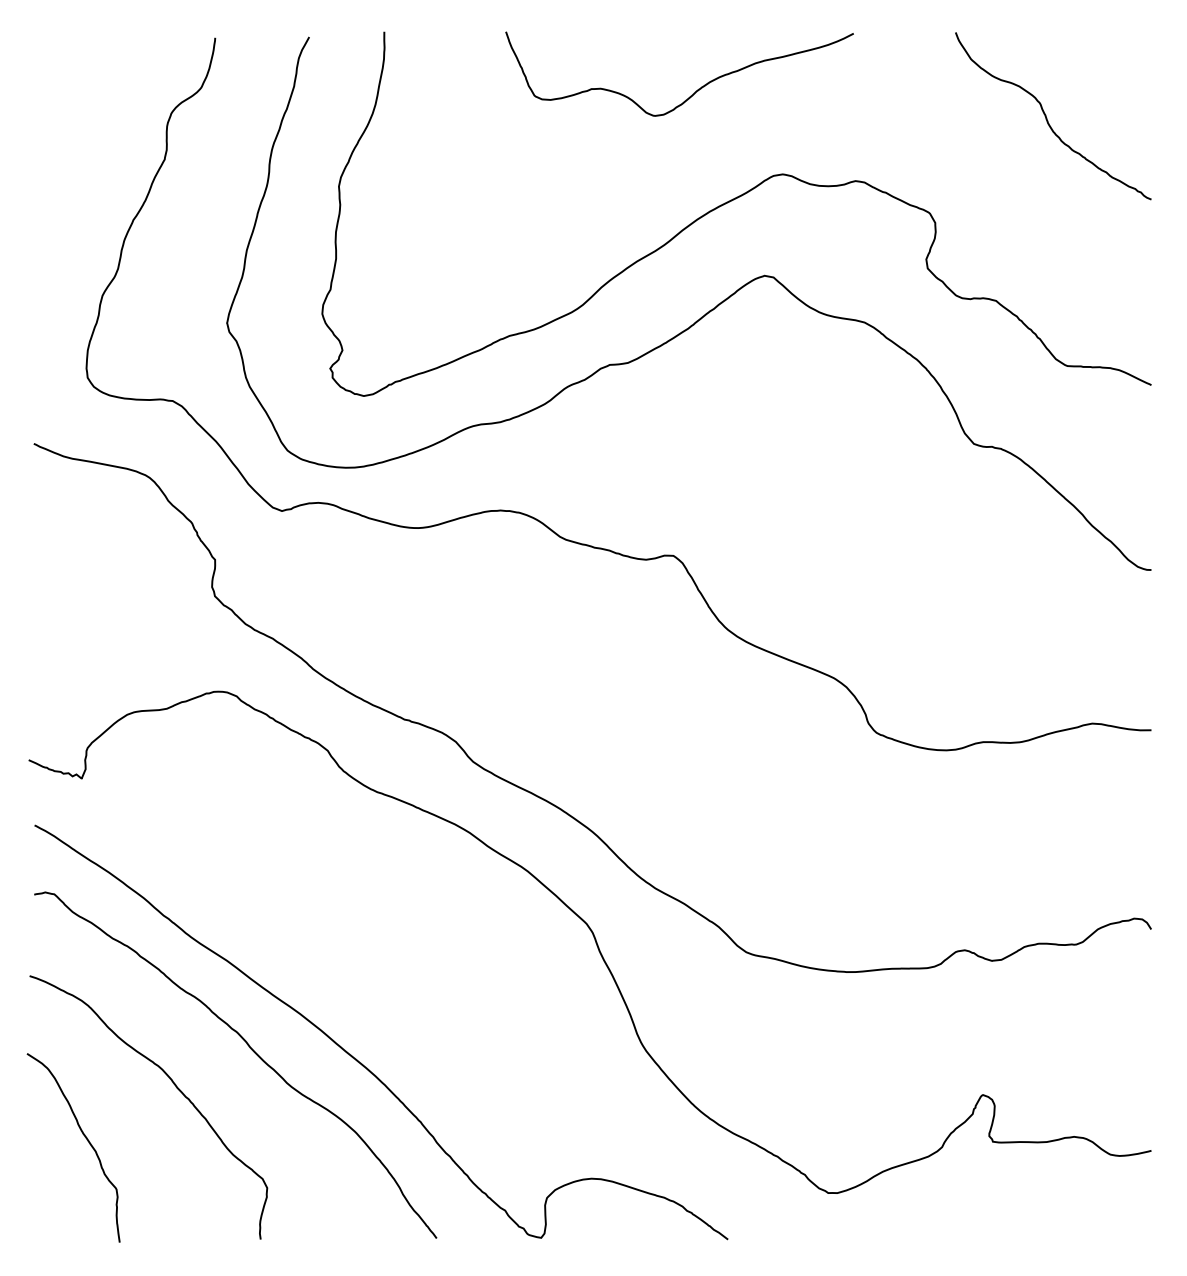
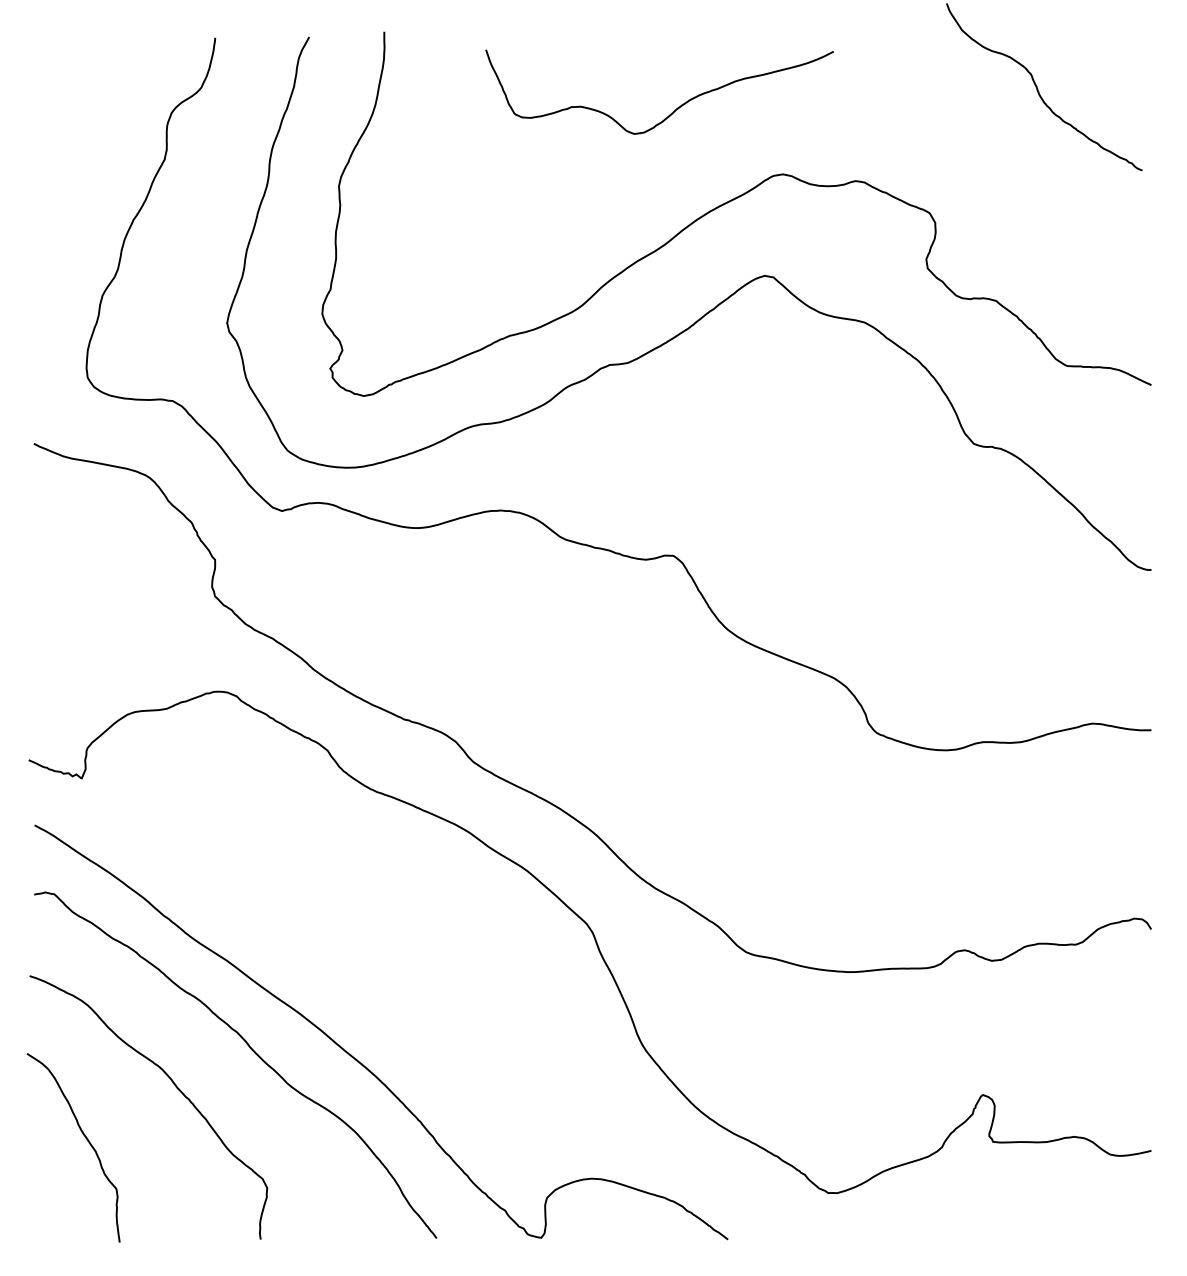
curve at (696, 90) position: (696, 90) -> (676, 108)
curve at (1047, 118) position: (1047, 118) -> (1038, 89)
